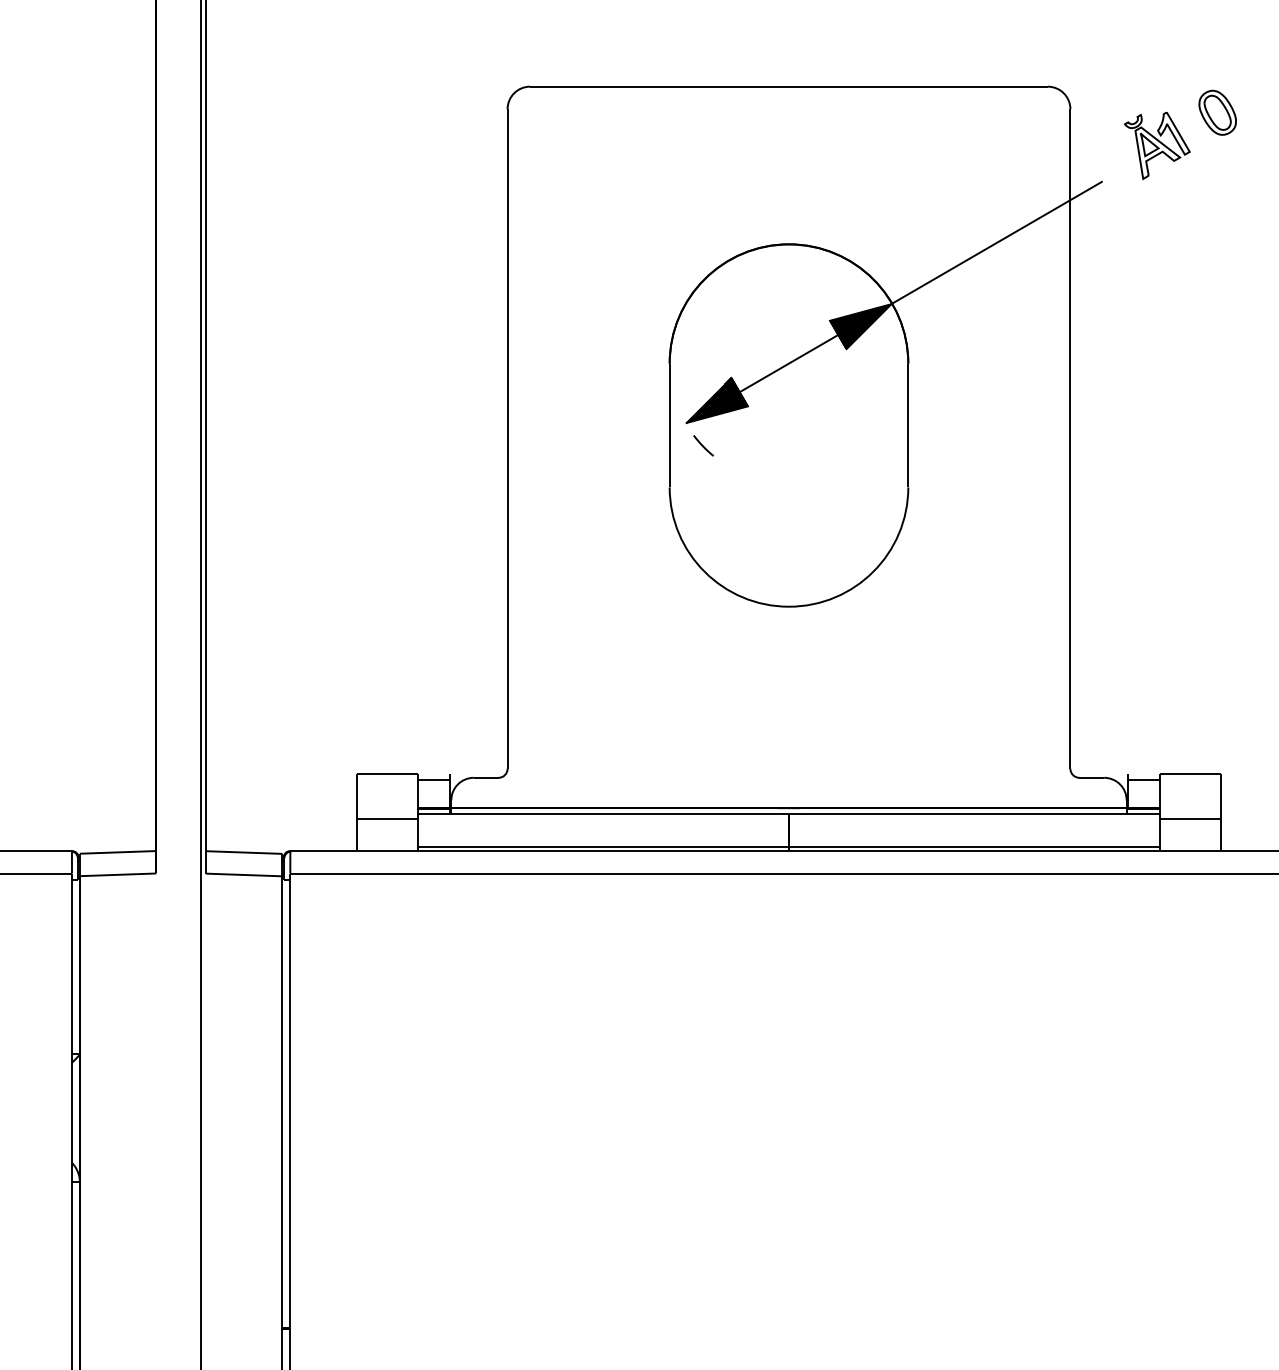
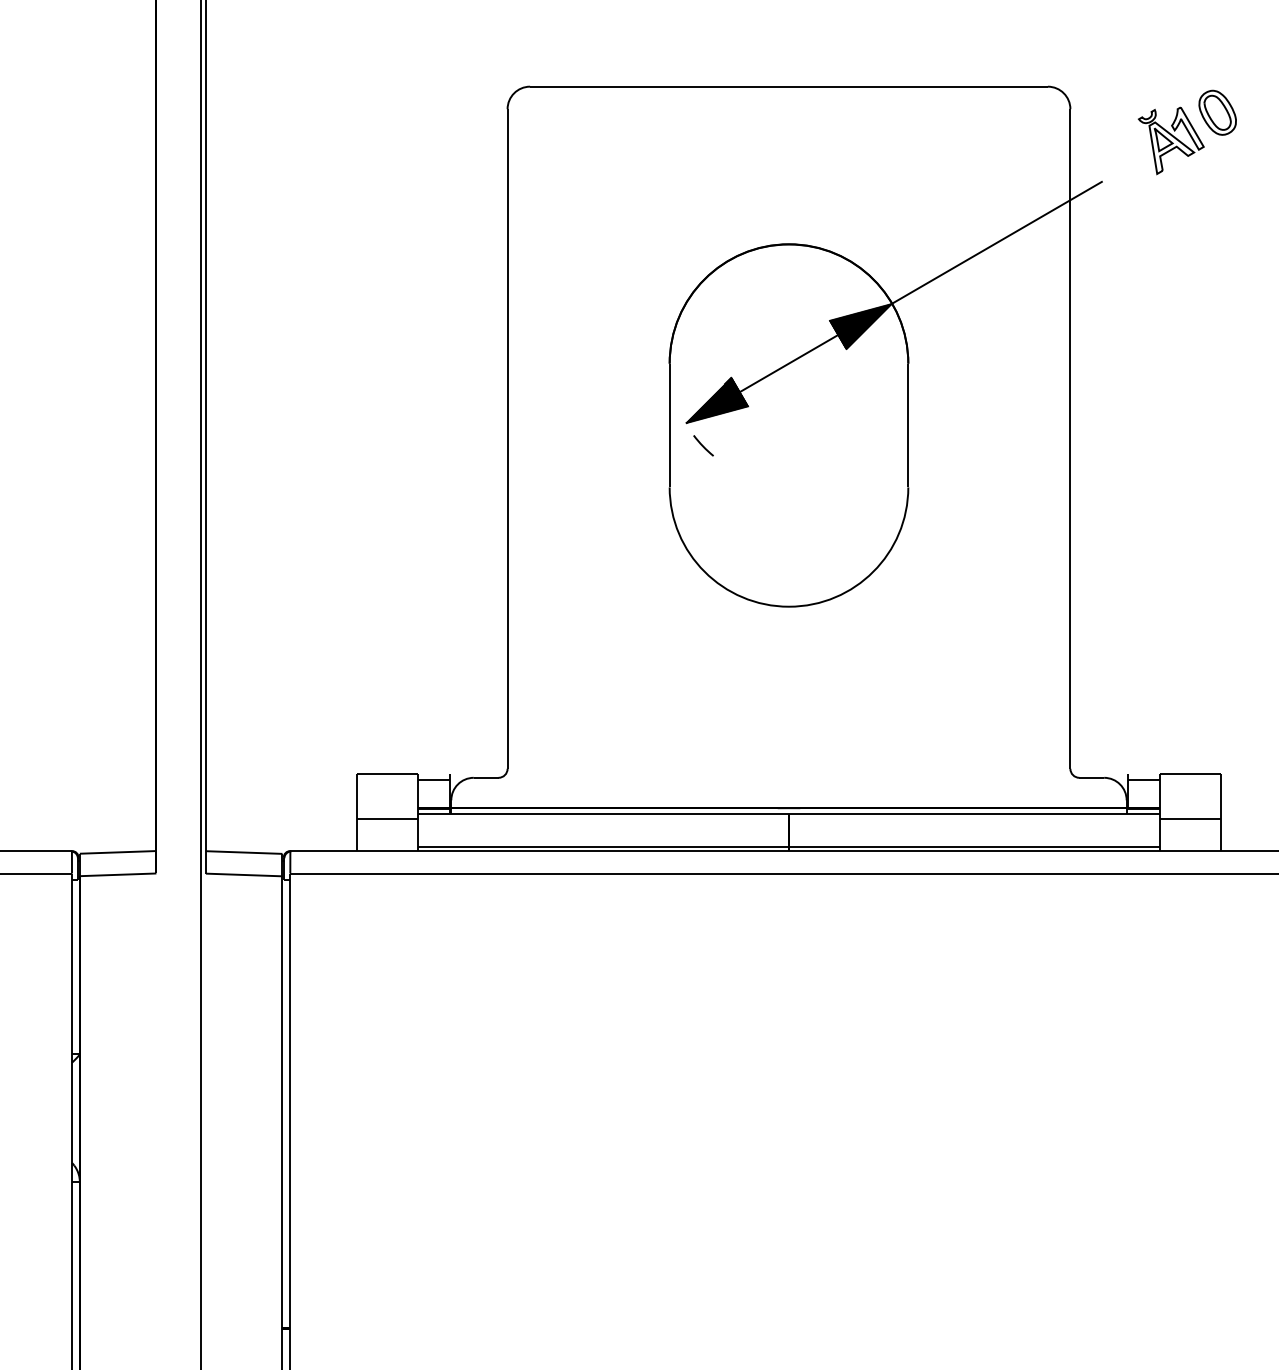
part at (1156, 145) position: (1156, 145) -> (1170, 140)
